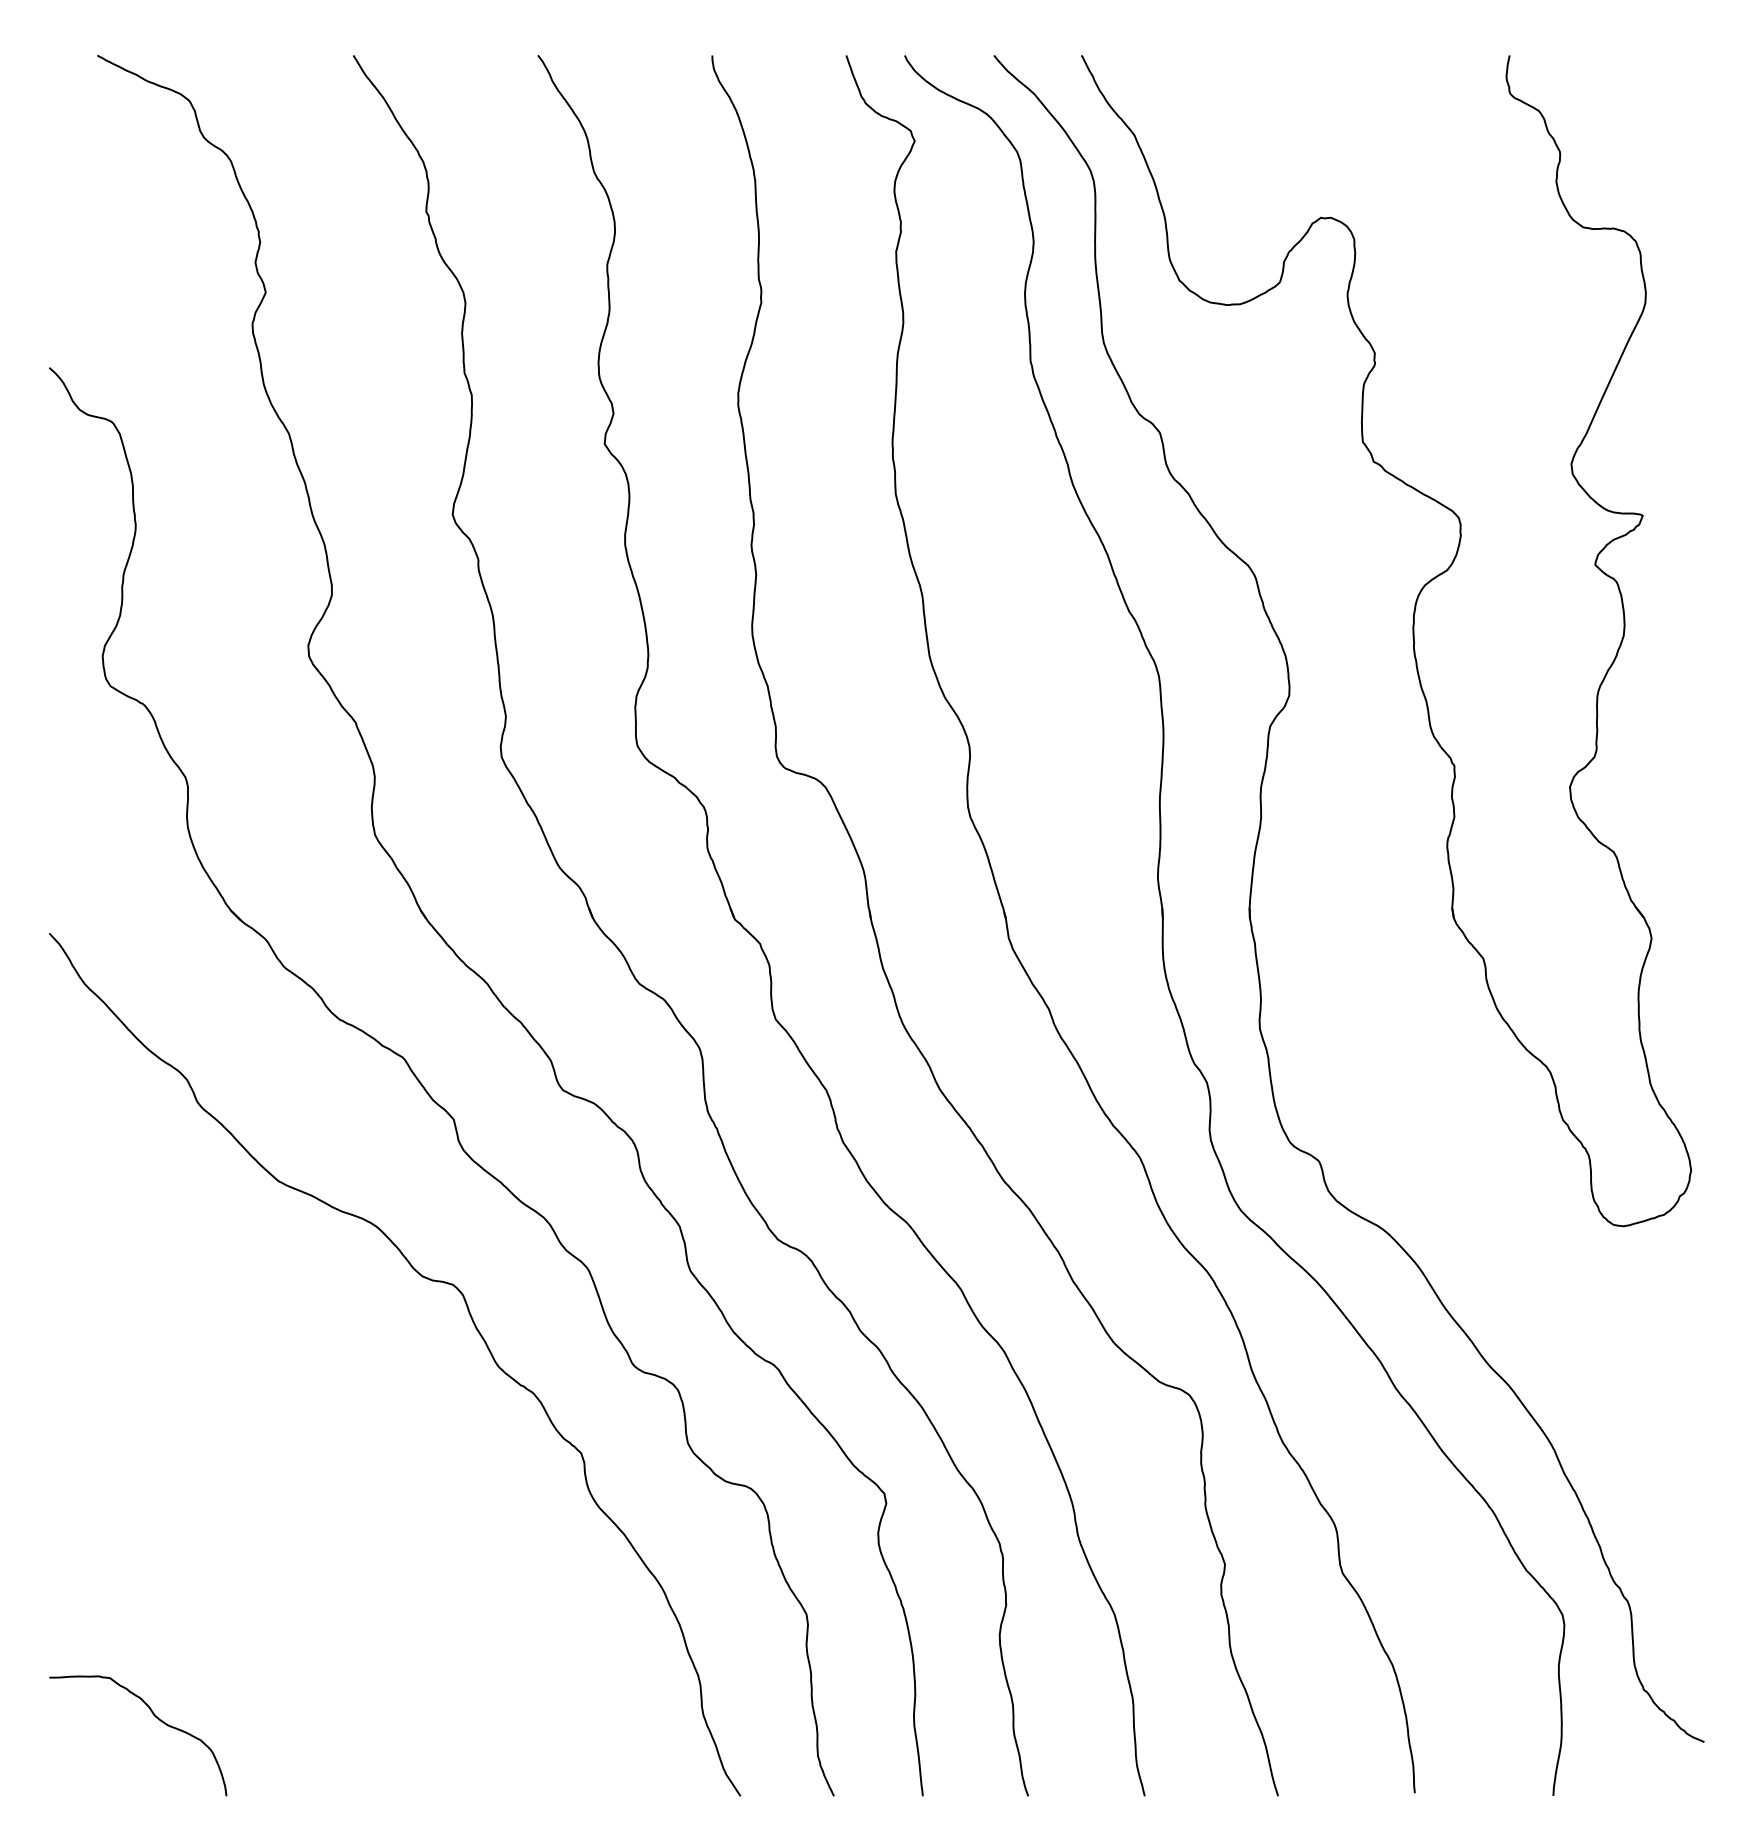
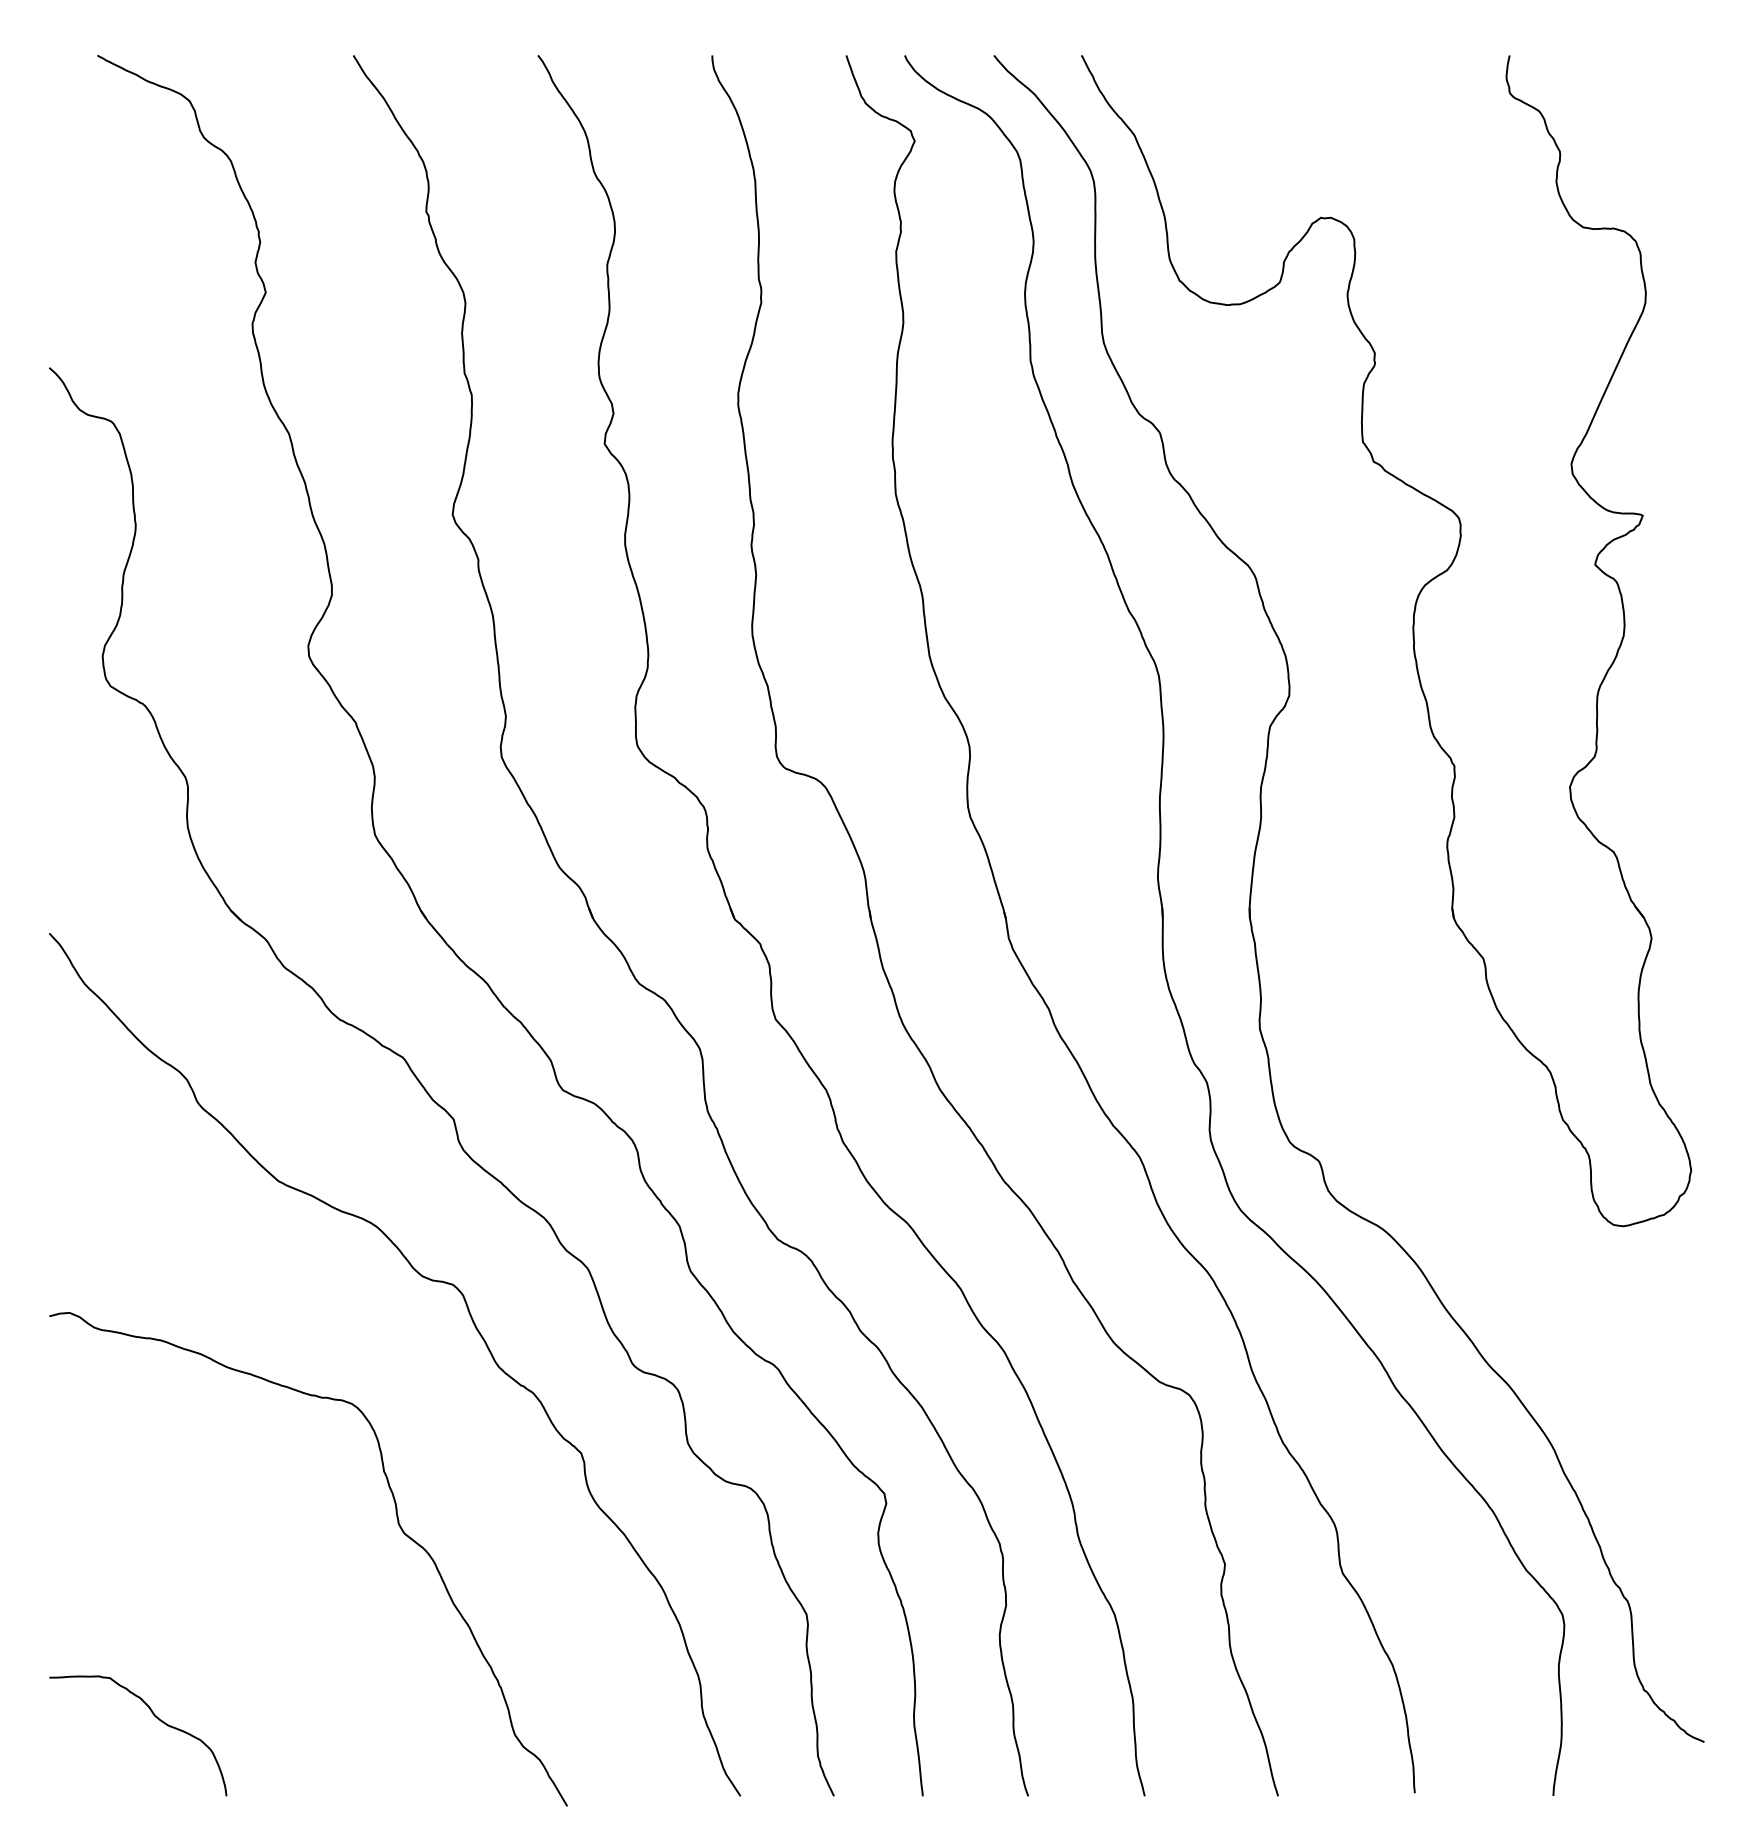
curve at (397, 1523): none -> present
